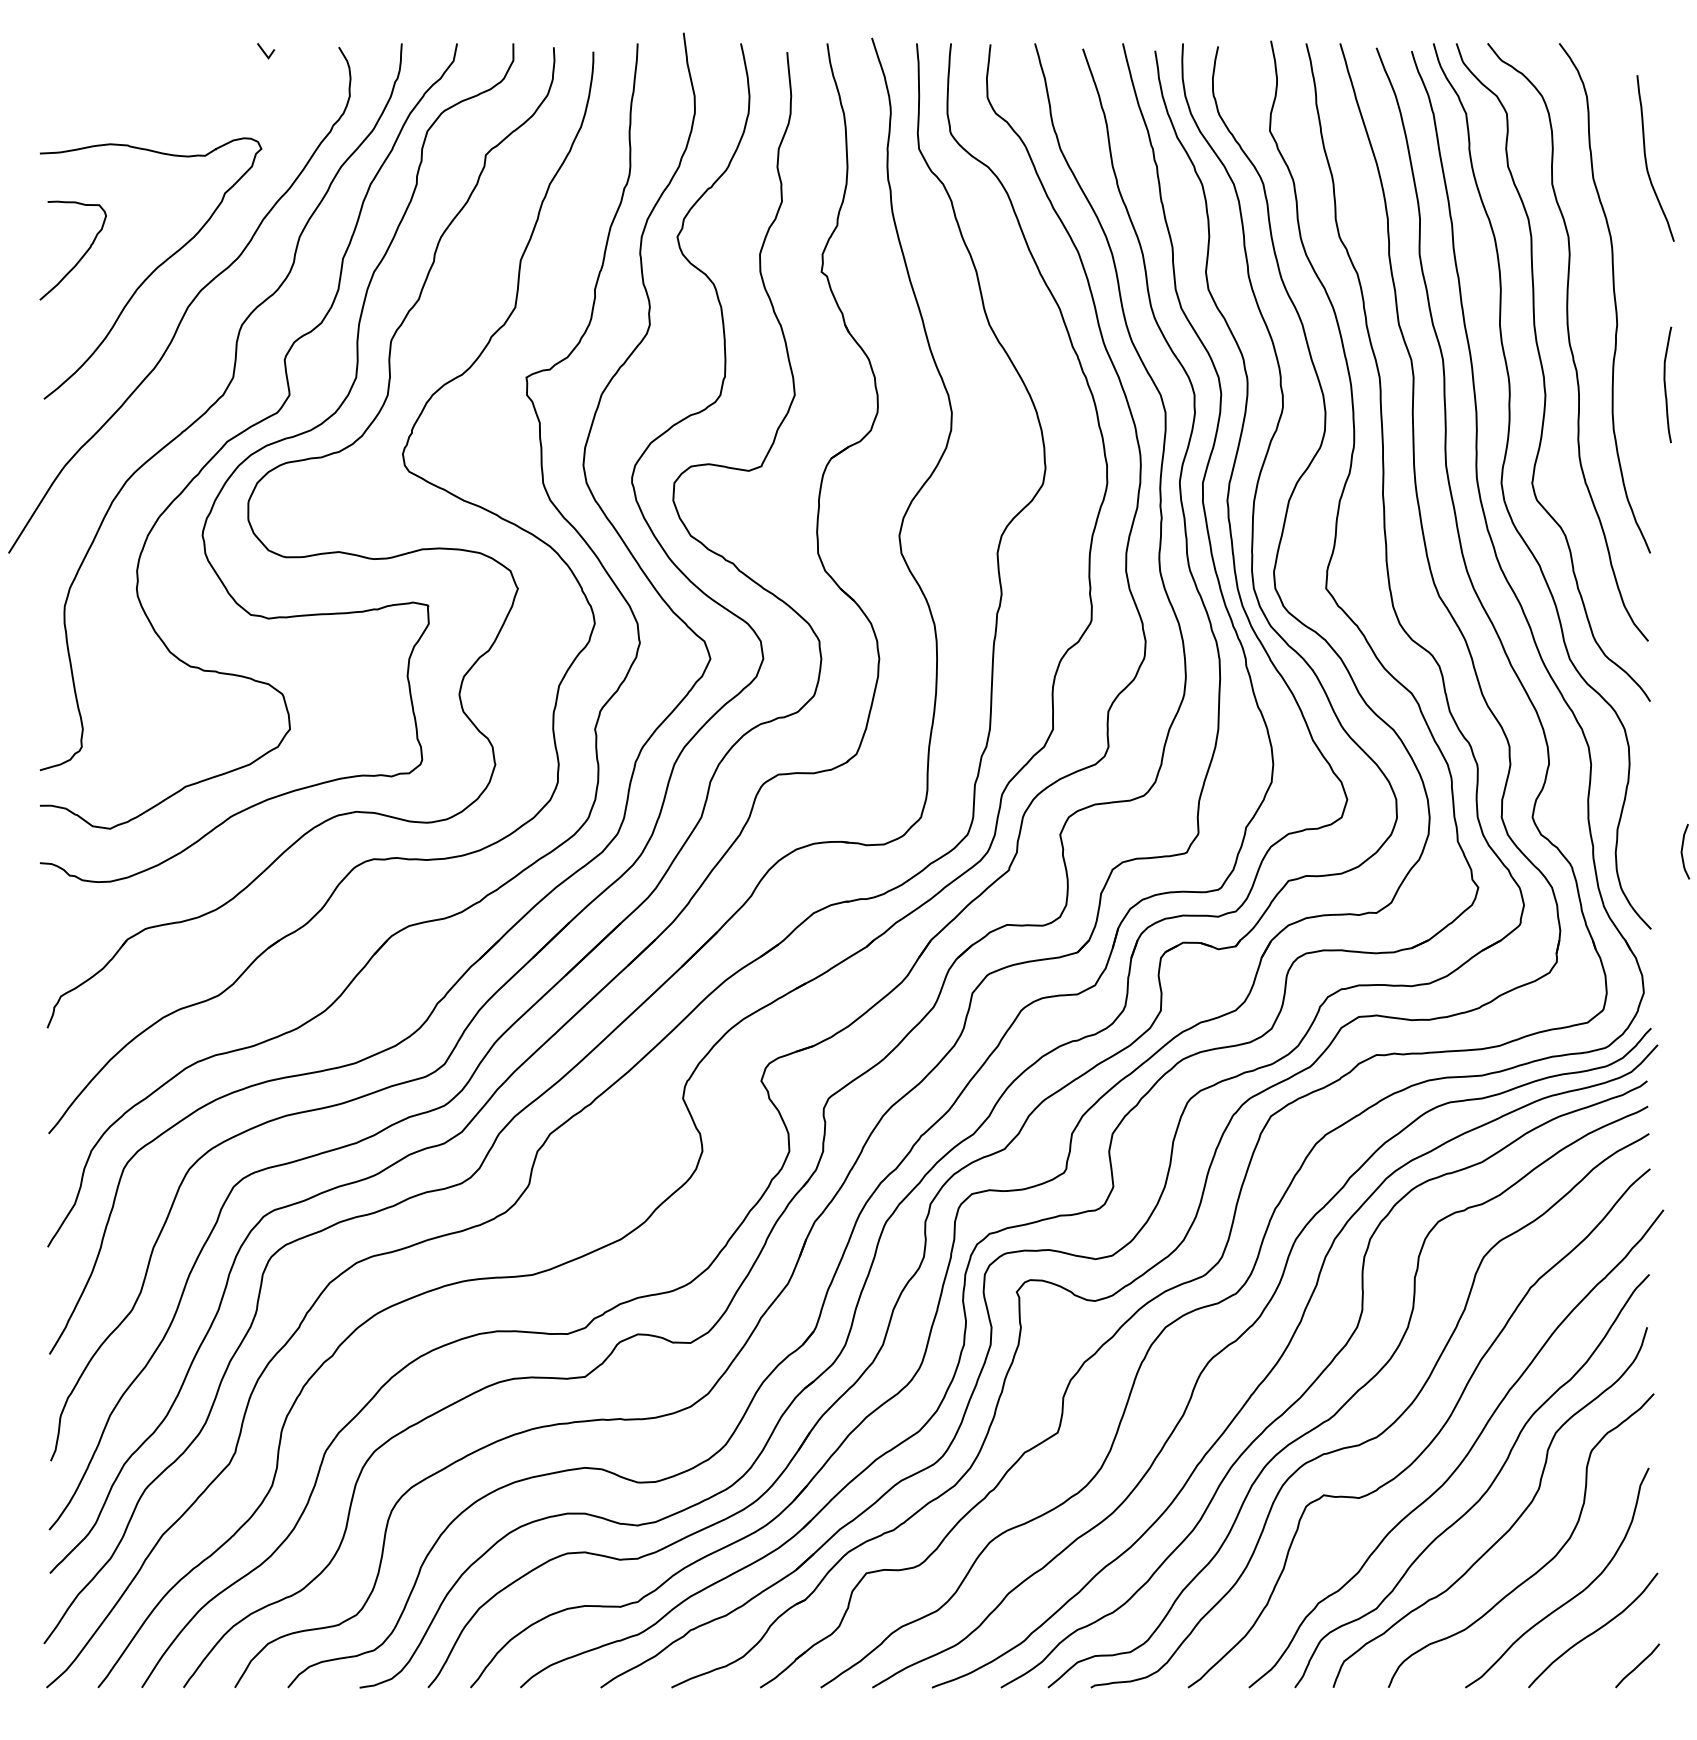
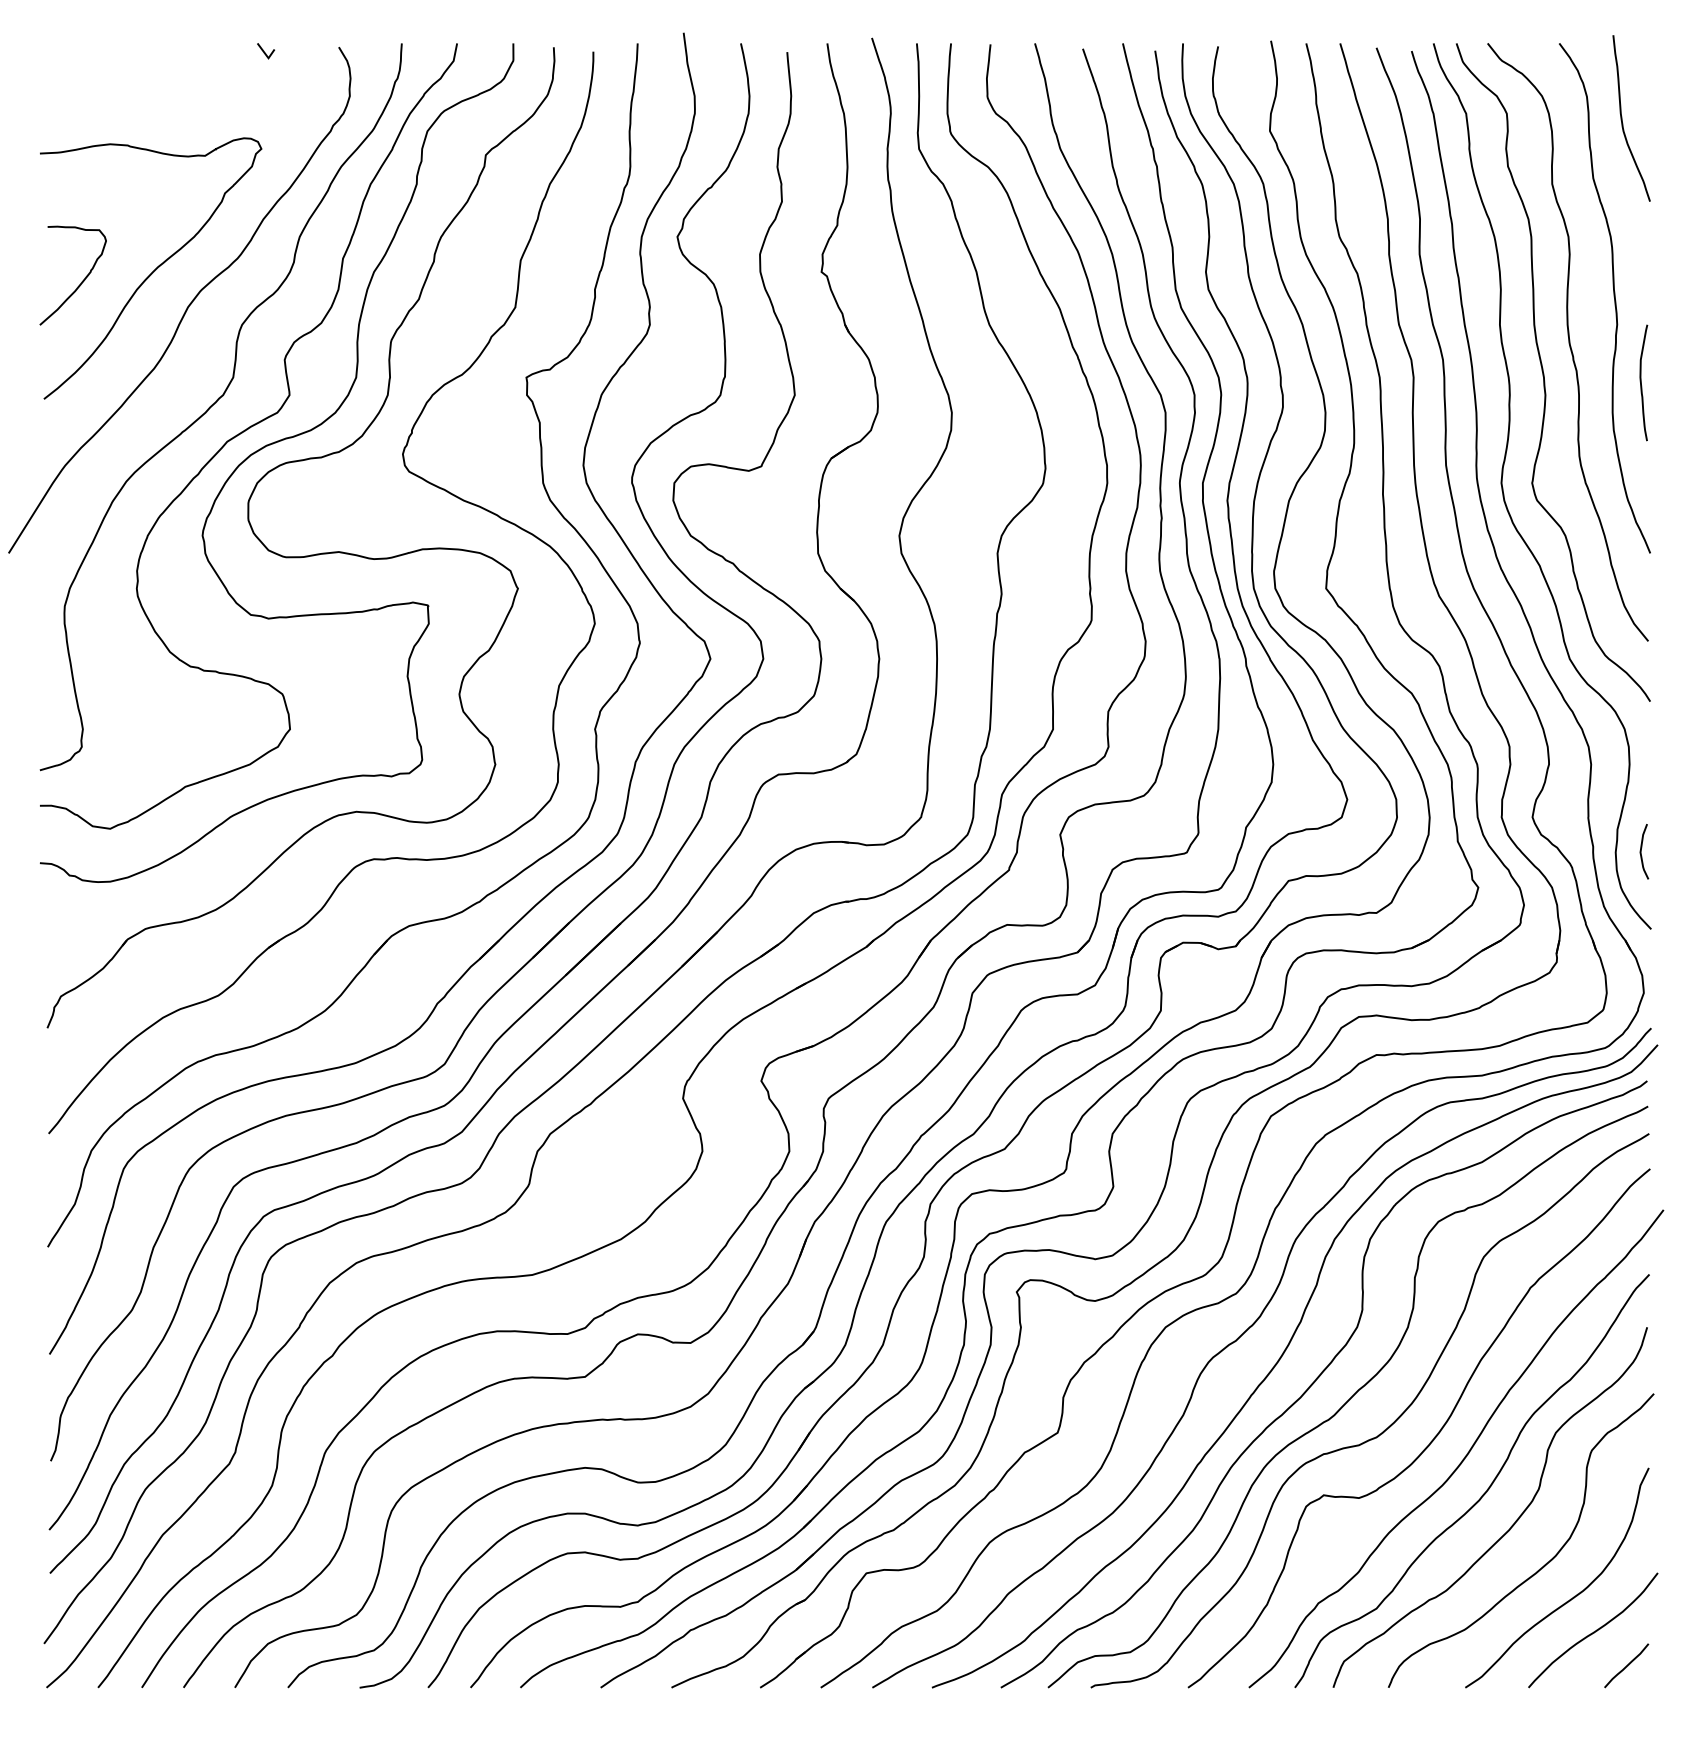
curve at (1646, 158) position: (1646, 158) -> (1622, 118)
curve at (81, 256) position: (81, 256) -> (81, 281)
curve at (1665, 384) position: (1665, 384) -> (1641, 382)
curve at (1682, 851) position: (1682, 851) -> (1641, 851)
curve at (1637, 1665) position: (1637, 1665) -> (1626, 1665)
